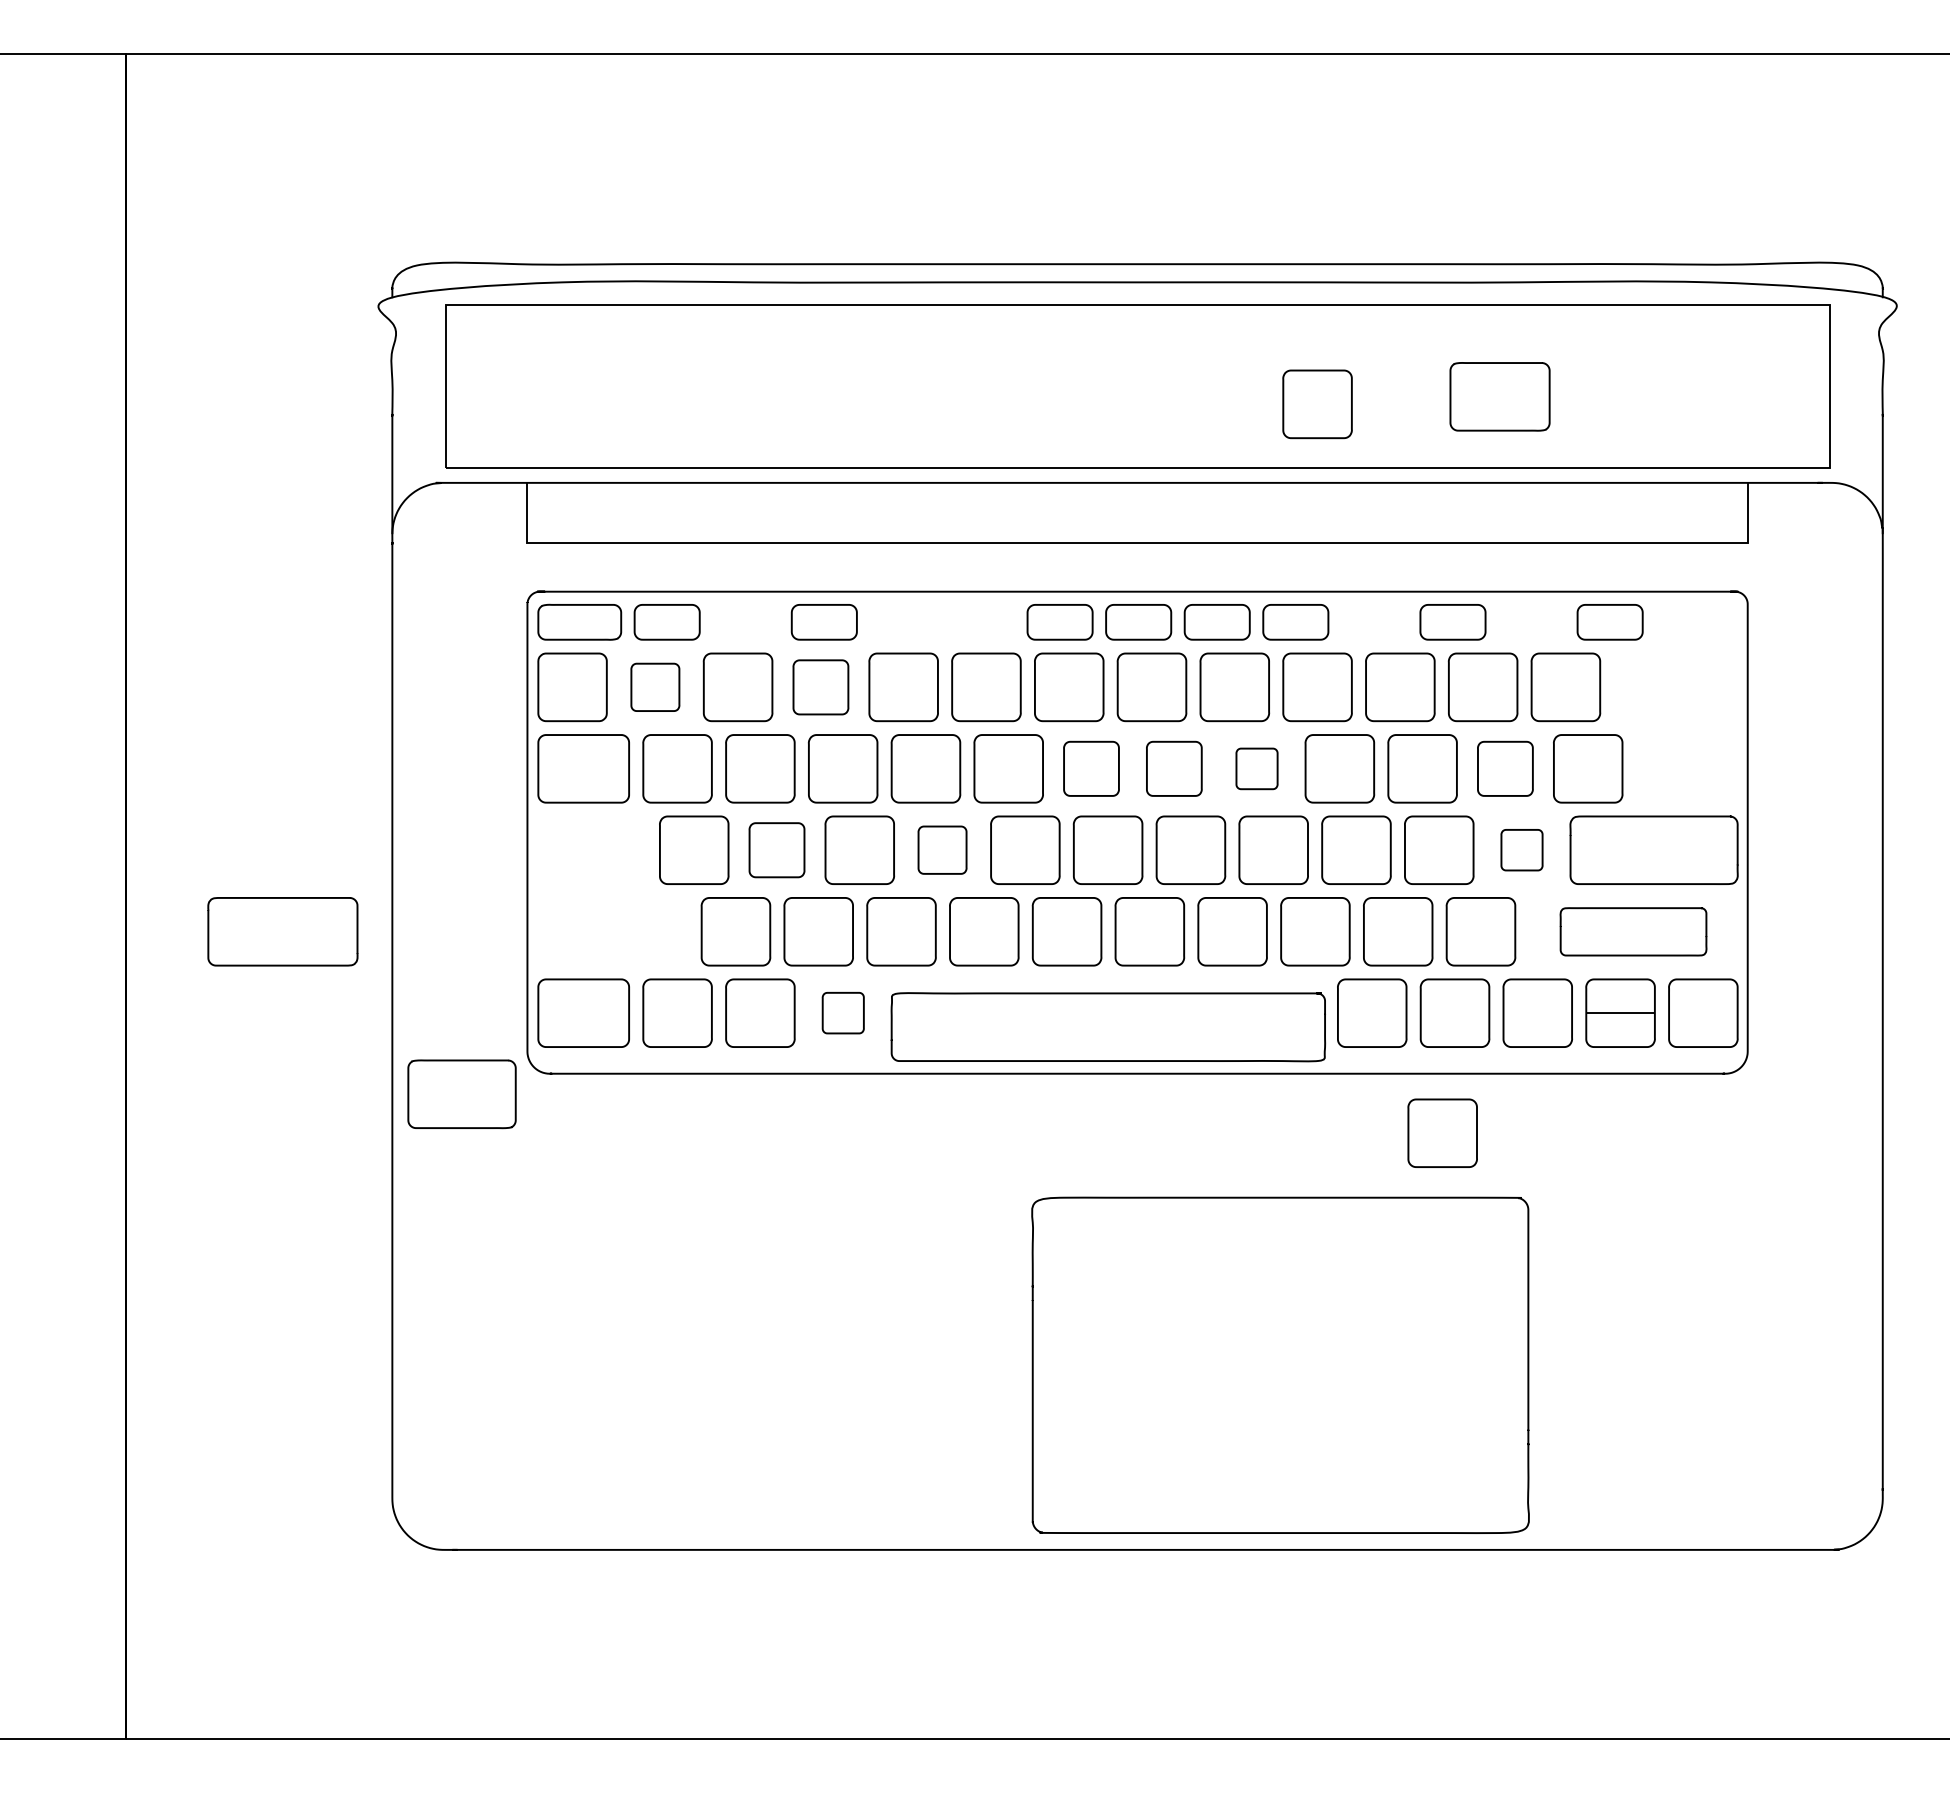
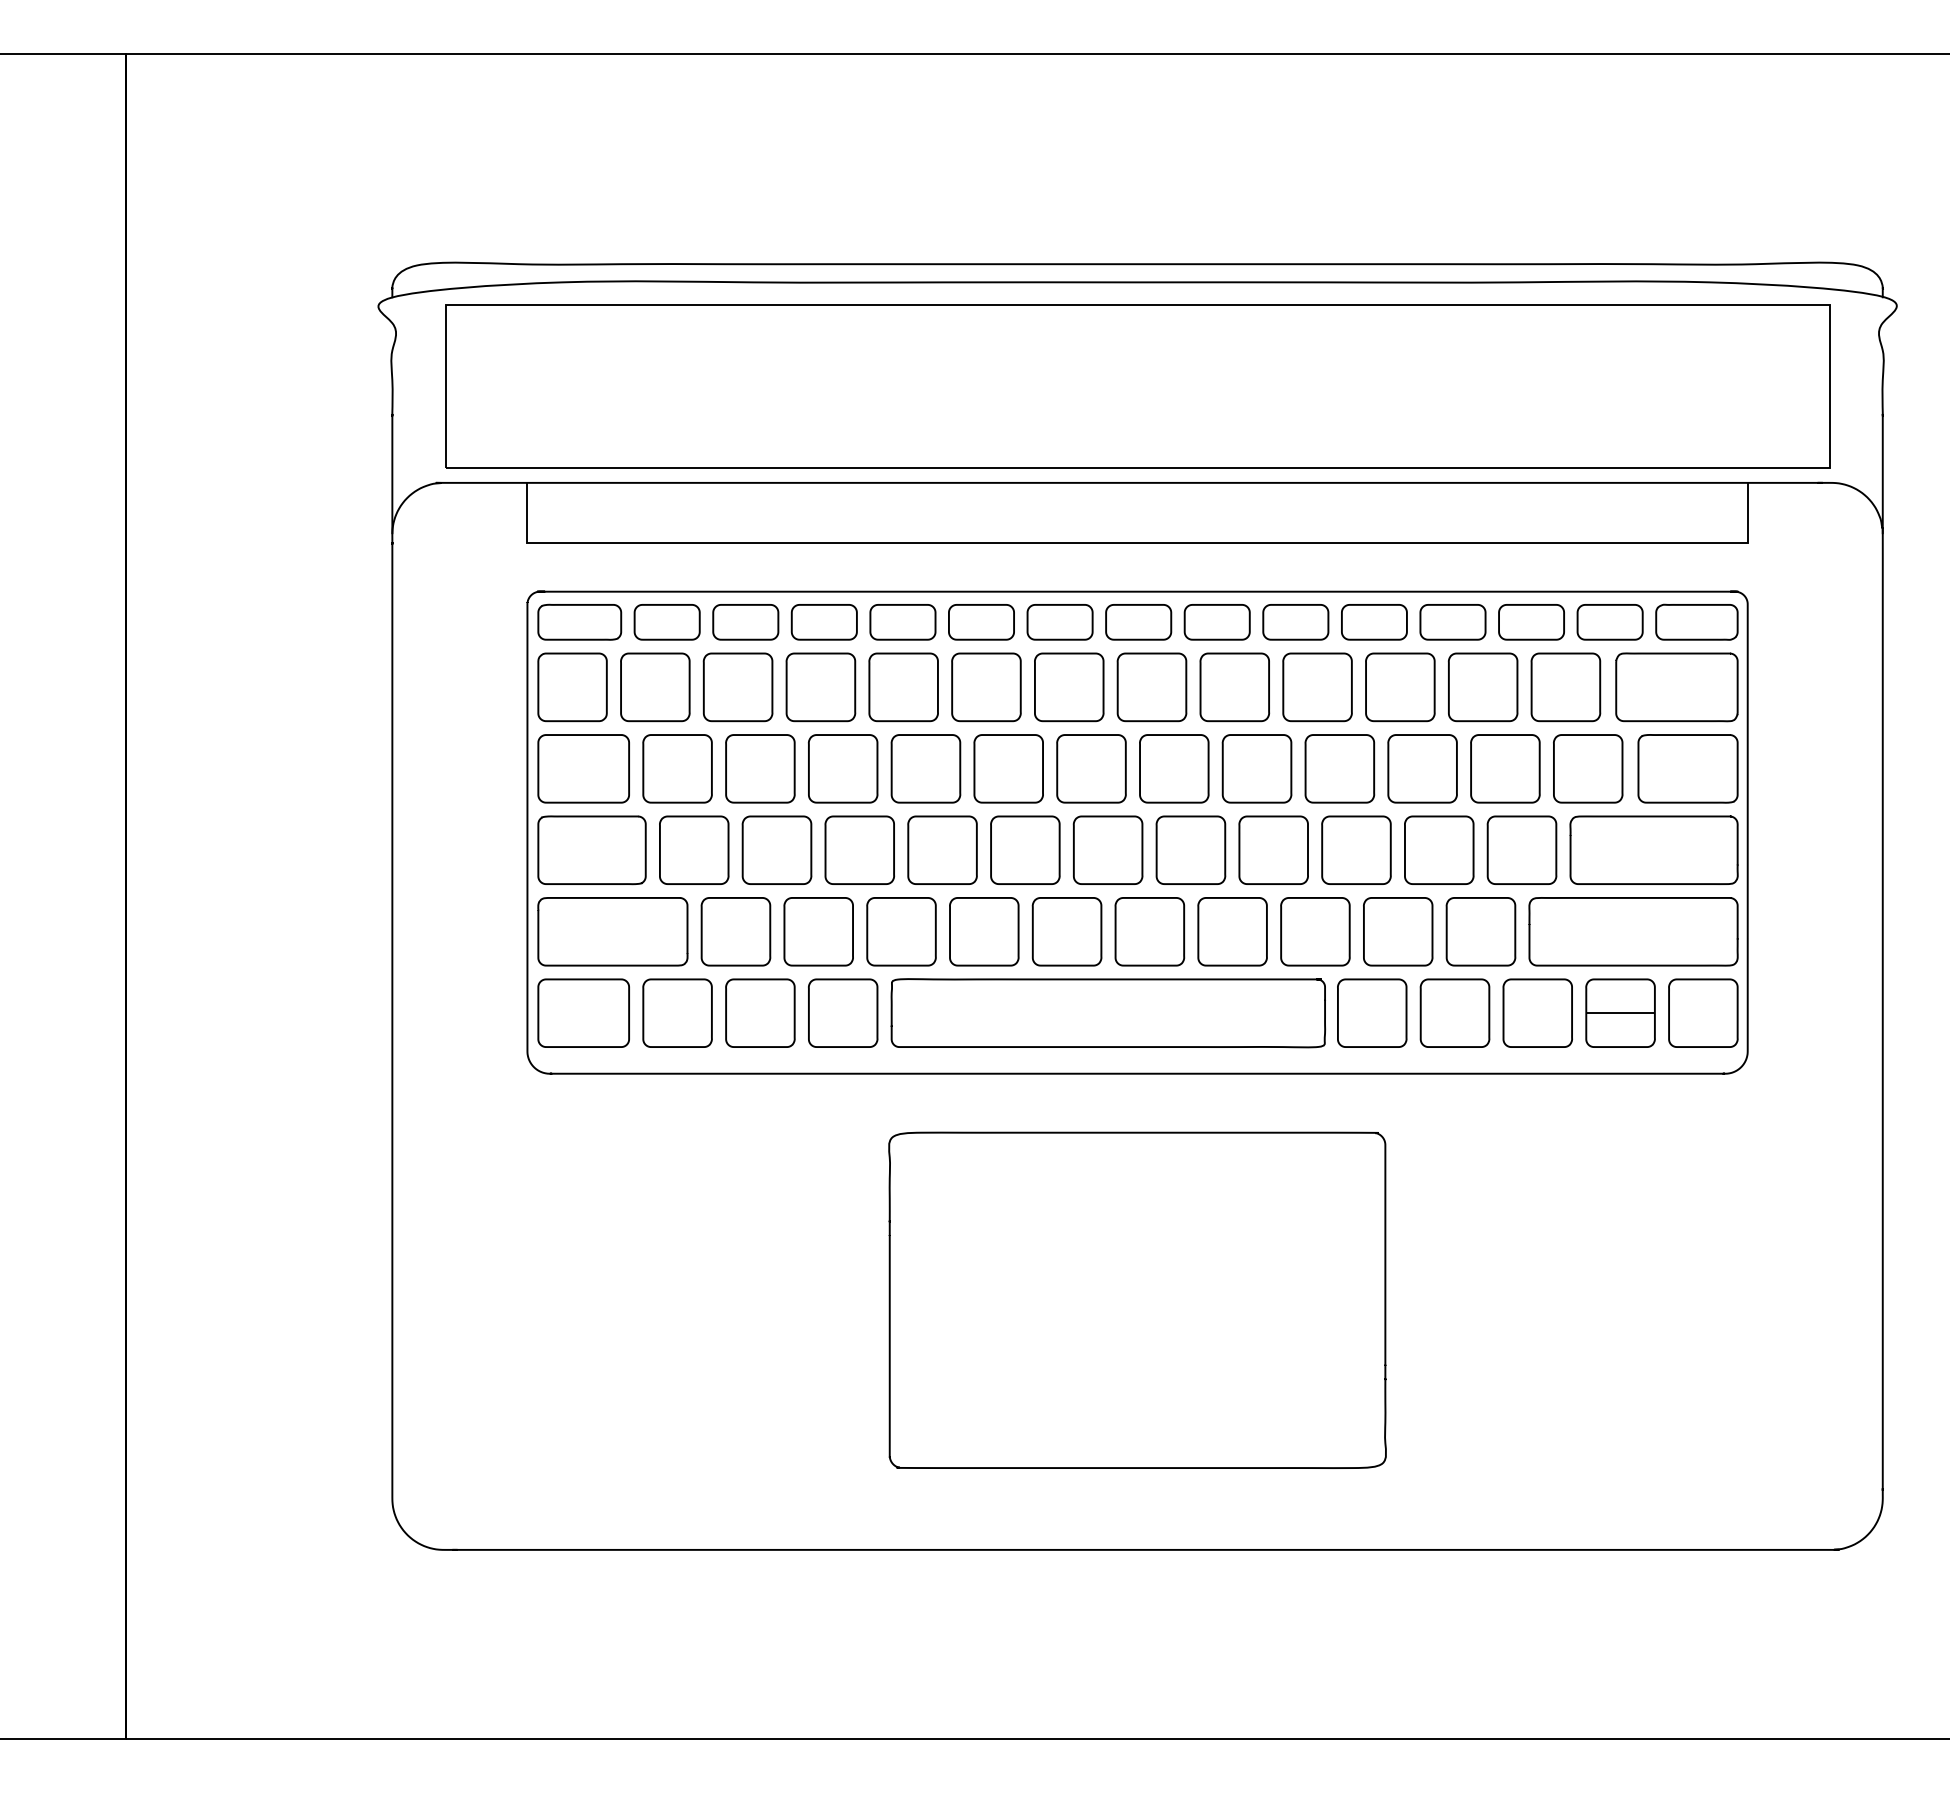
part at (1499, 396) position: (1499, 396) -> (1687, 768)
part at (1317, 404): present -> none
part at (1696, 621): none -> present
part at (745, 622): none -> present
part at (902, 622): none -> present
part at (981, 622): none -> present
part at (1374, 622): none -> present
part at (1531, 622): none -> present
part at (655, 686) size: 51x50 px -> 71x71 px
part at (820, 687) size: 58x57 px -> 72x71 px
part at (1676, 687): none -> present
part at (1091, 768) size: 57x57 px -> 71x70 px
part at (1174, 768) size: 57x57 px -> 71x70 px
part at (1256, 768) size: 44x44 px -> 72x70 px
part at (1505, 768) size: 57x57 px -> 71x70 px
part at (942, 849) size: 51x50 px -> 71x70 px
part at (776, 850) size: 58x57 px -> 72x70 px
part at (1521, 850) size: 44x43 px -> 72x70 px
part at (282, 931) position: (282, 931) -> (612, 931)
part at (1633, 931) size: 149x50 px -> 211x70 px
part at (842, 1013) size: 44x43 px -> 71x70 px
part at (1107, 1027) position: (1107, 1027) -> (1107, 1013)
part at (461, 1094) position: (461, 1094) -> (591, 850)
part at (1442, 1132): present -> none
part at (1280, 1364) position: (1280, 1364) -> (1137, 1299)
